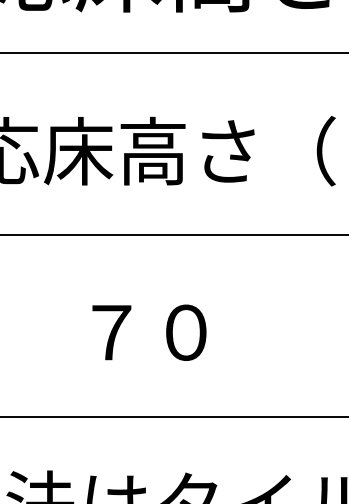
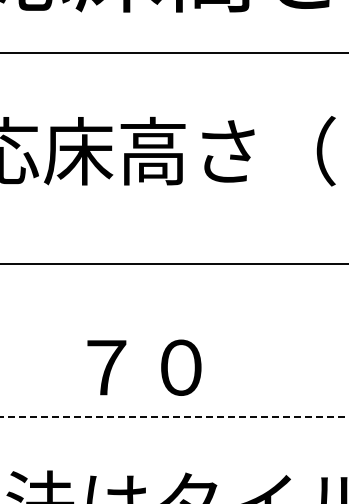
line at (173, 234) position: (173, 234) -> (173, 263)
text at (149, 332) position: (149, 332) -> (144, 367)
line at (174, 417): solid -> dashed
